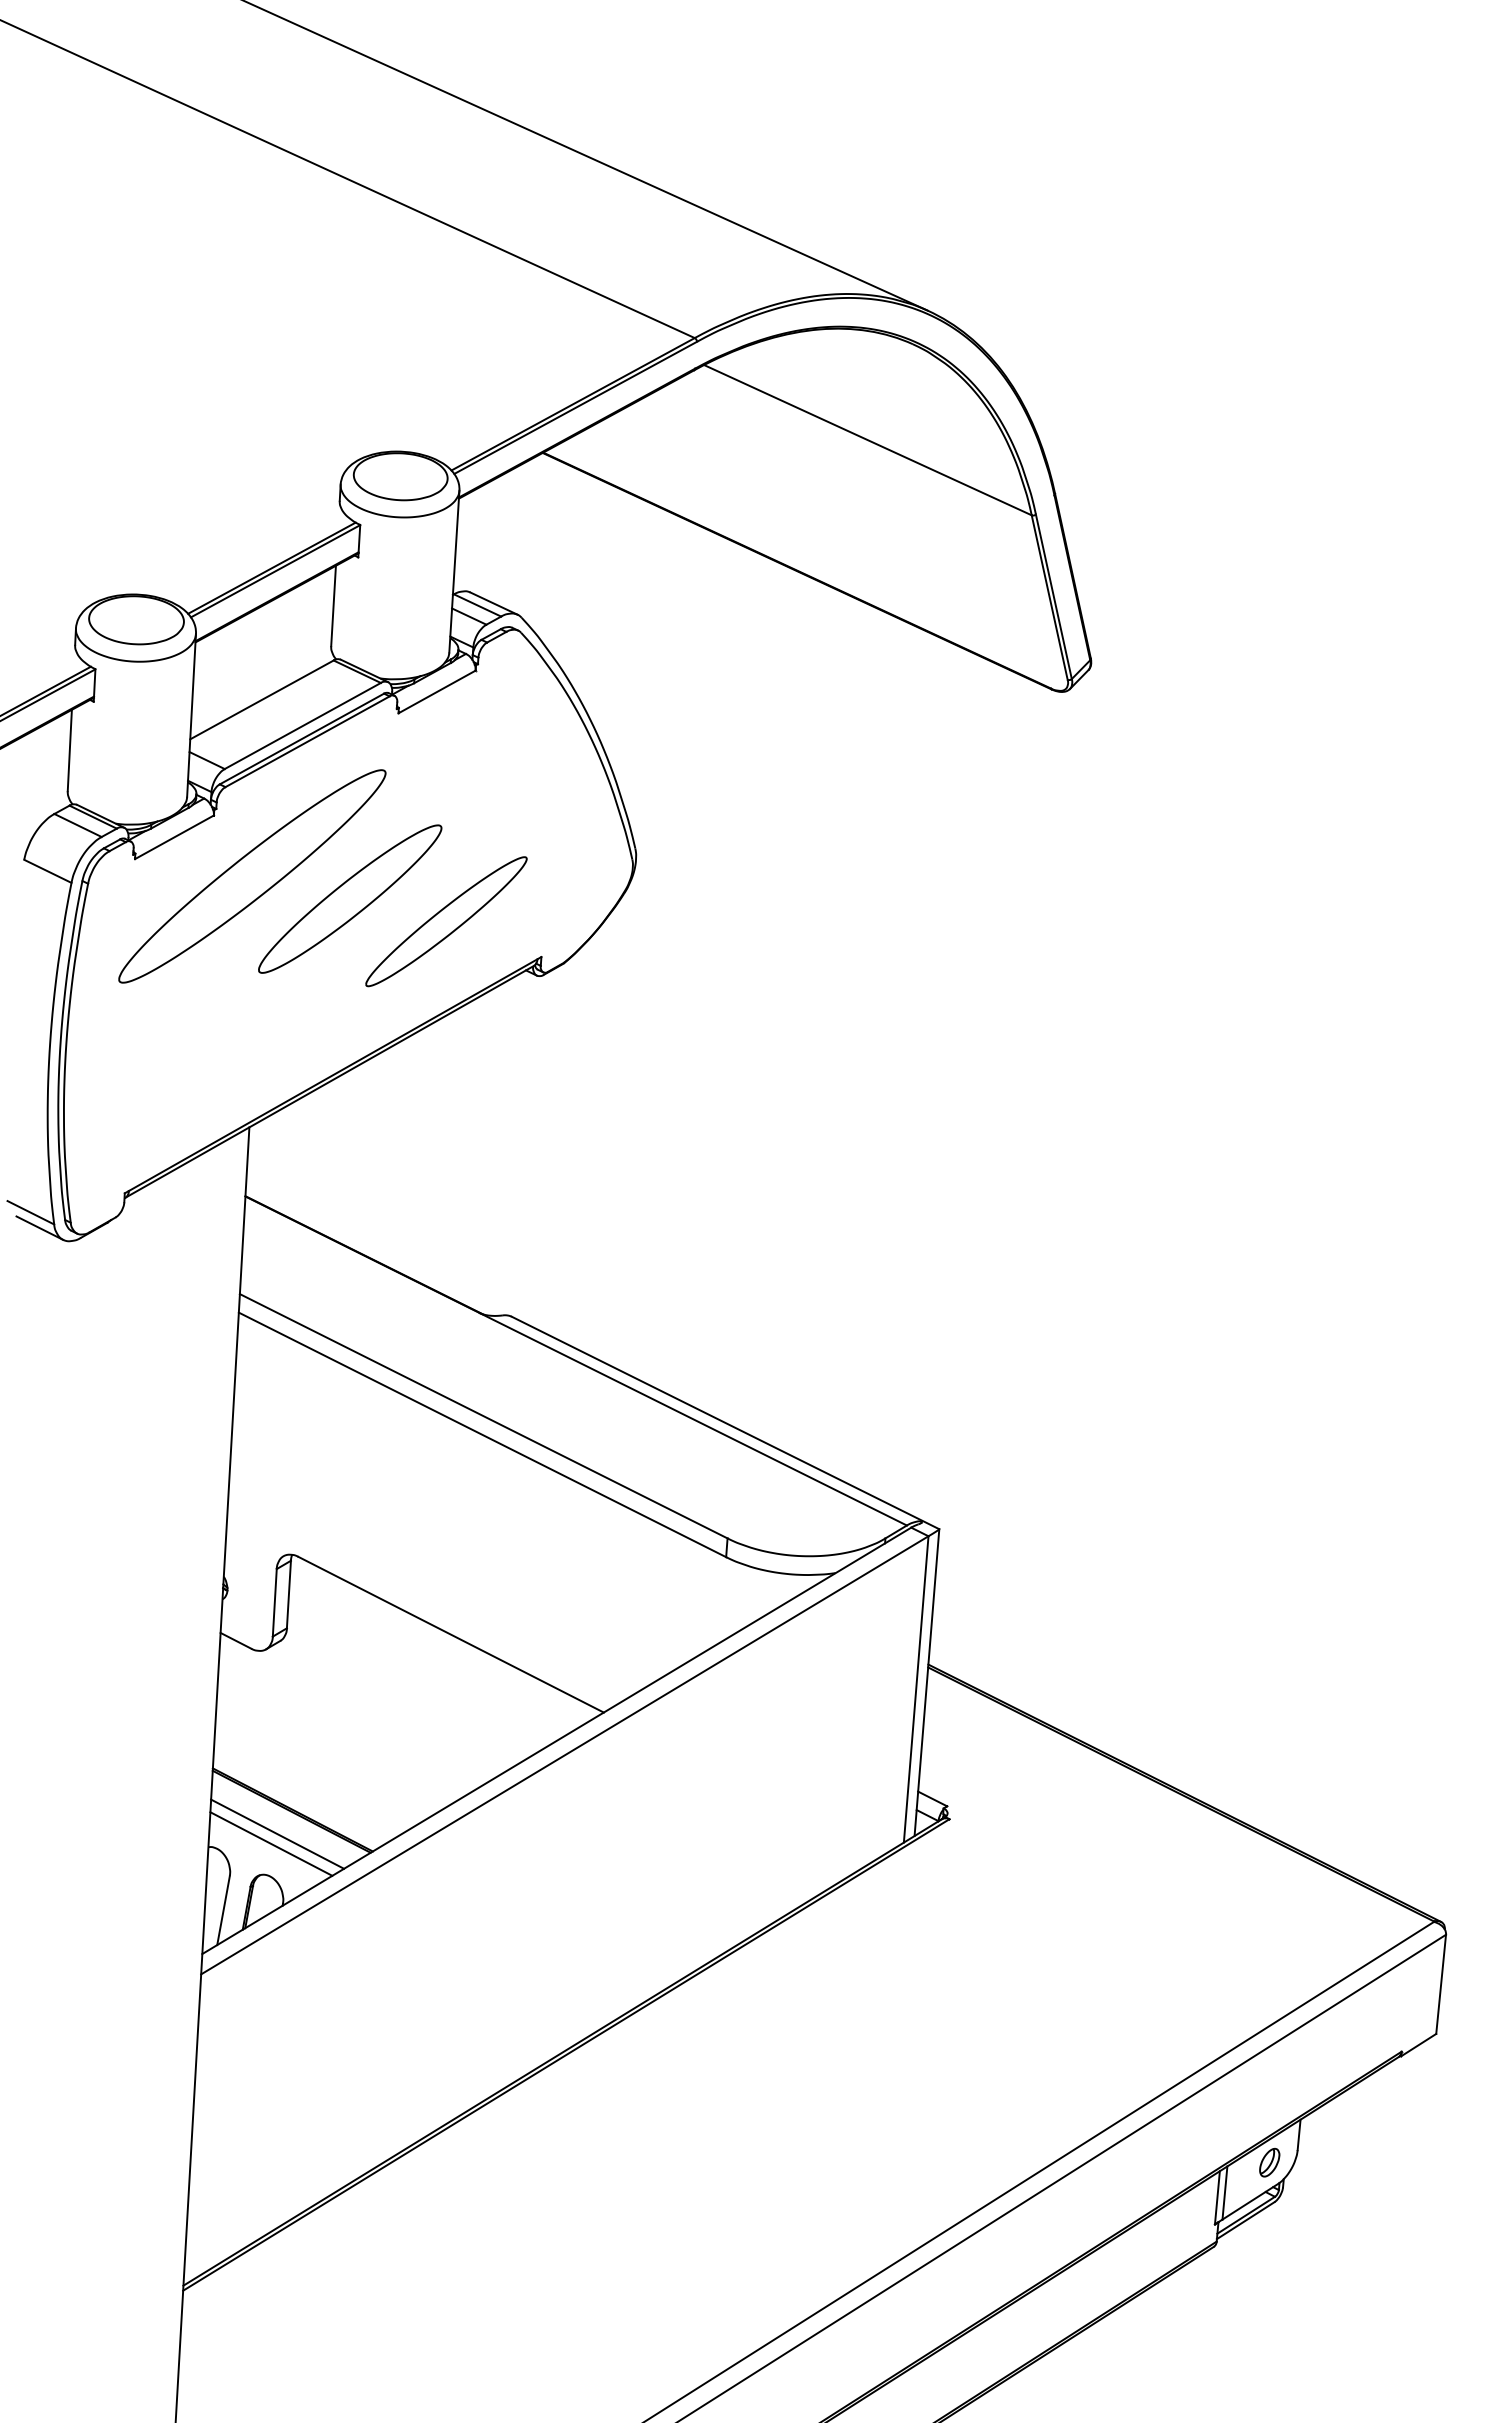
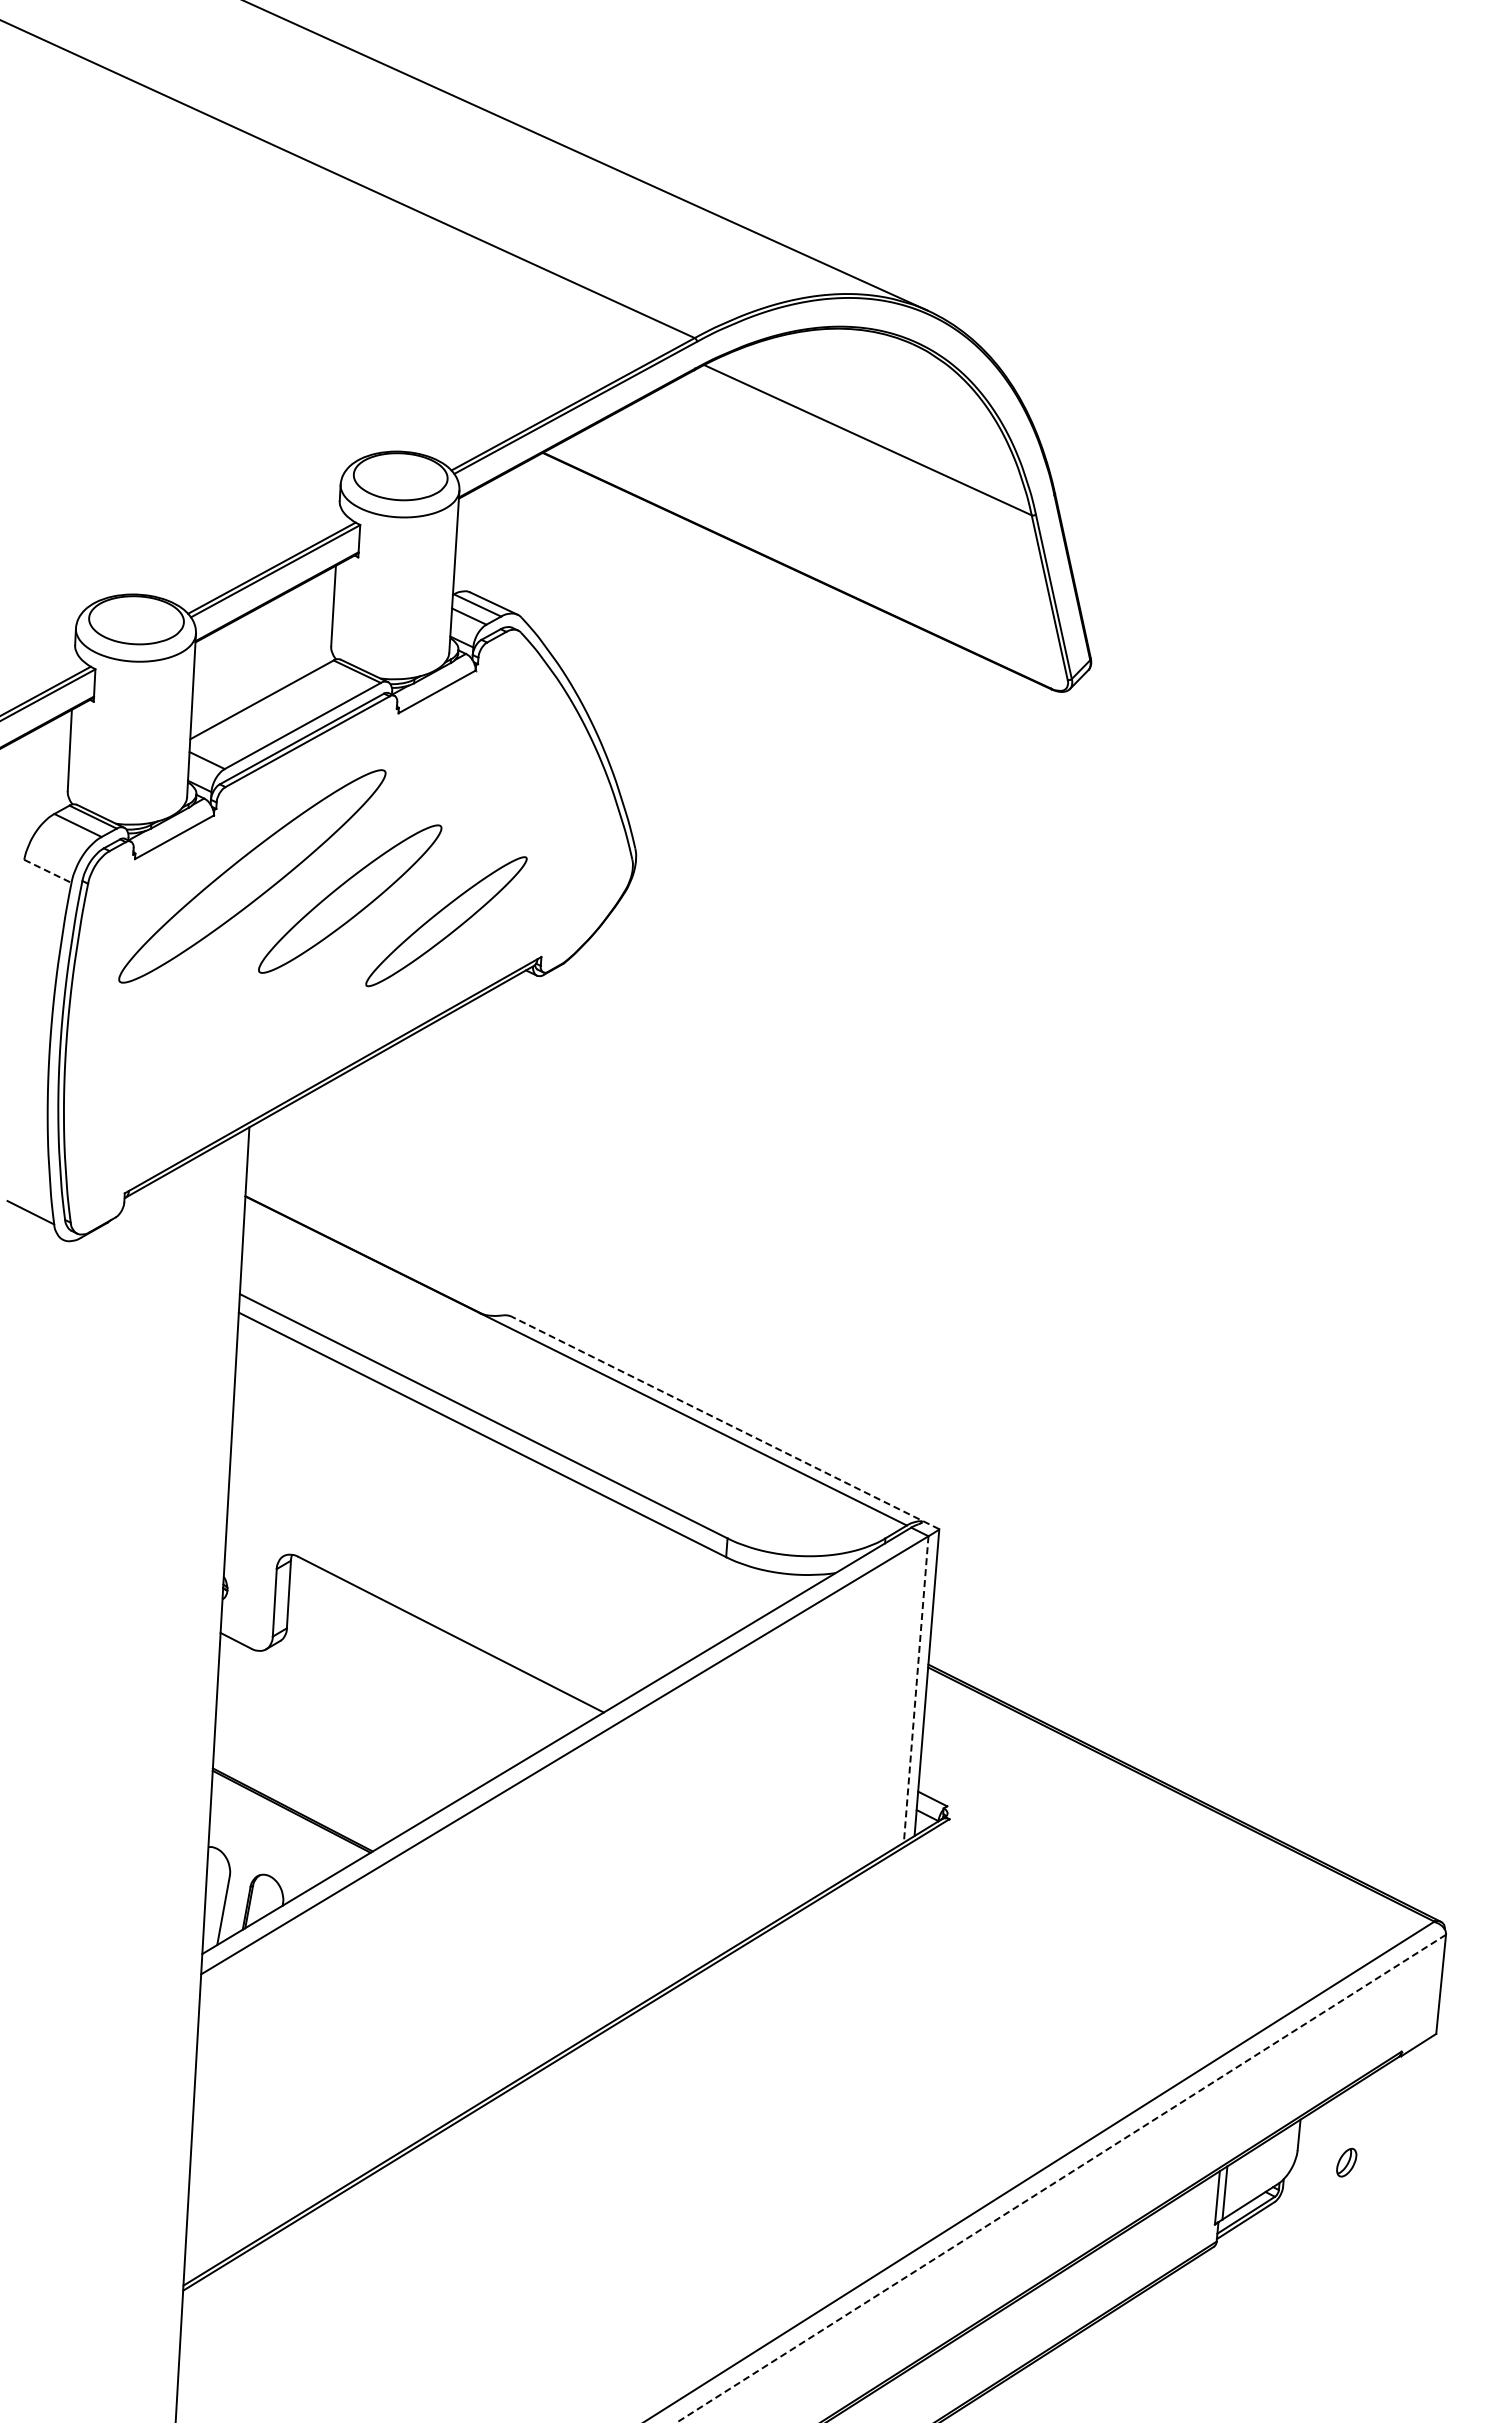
line at (48, 871): solid -> dashed
line at (39, 1227): present -> none
line at (725, 1422): solid -> dashed
line at (916, 1689): solid -> dashed
line at (277, 1833): present -> none
line at (271, 1843): present -> none
part at (1269, 2162) position: (1269, 2162) -> (1346, 2162)
line at (1061, 2178): solid -> dashed
